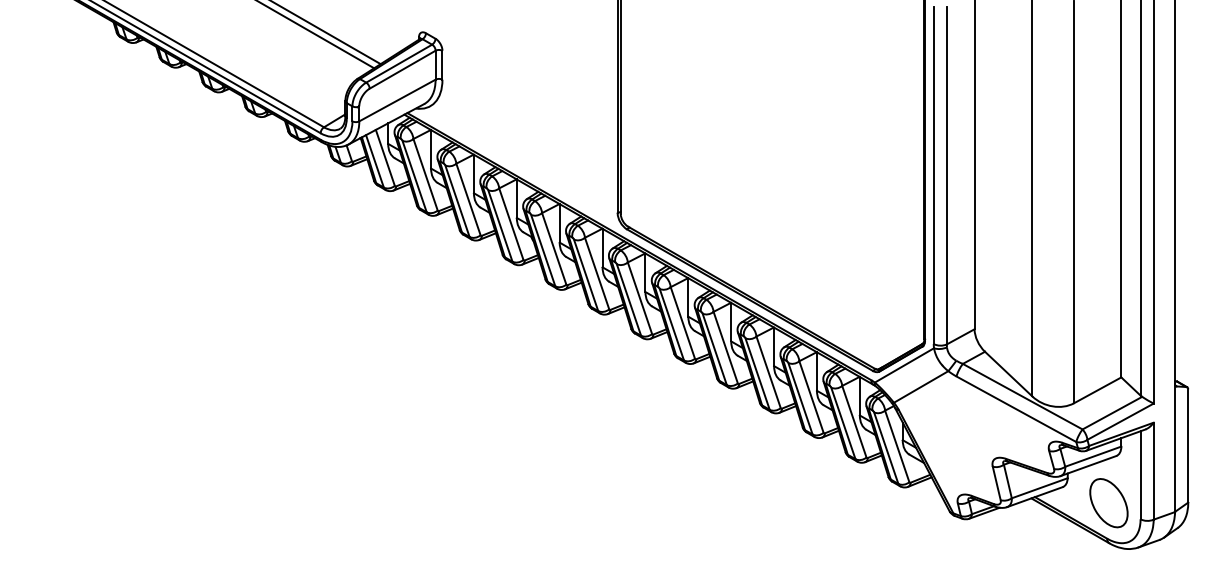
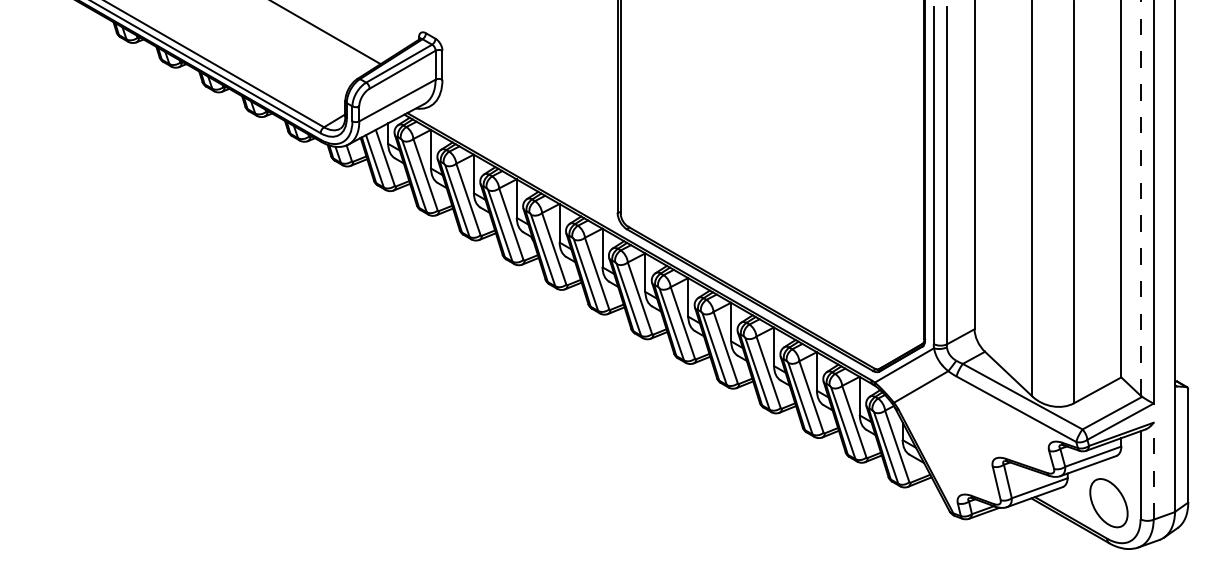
line at (316, 35): present -> none
line at (1140, 197): solid -> dashed
line at (1153, 470): solid -> dashed
